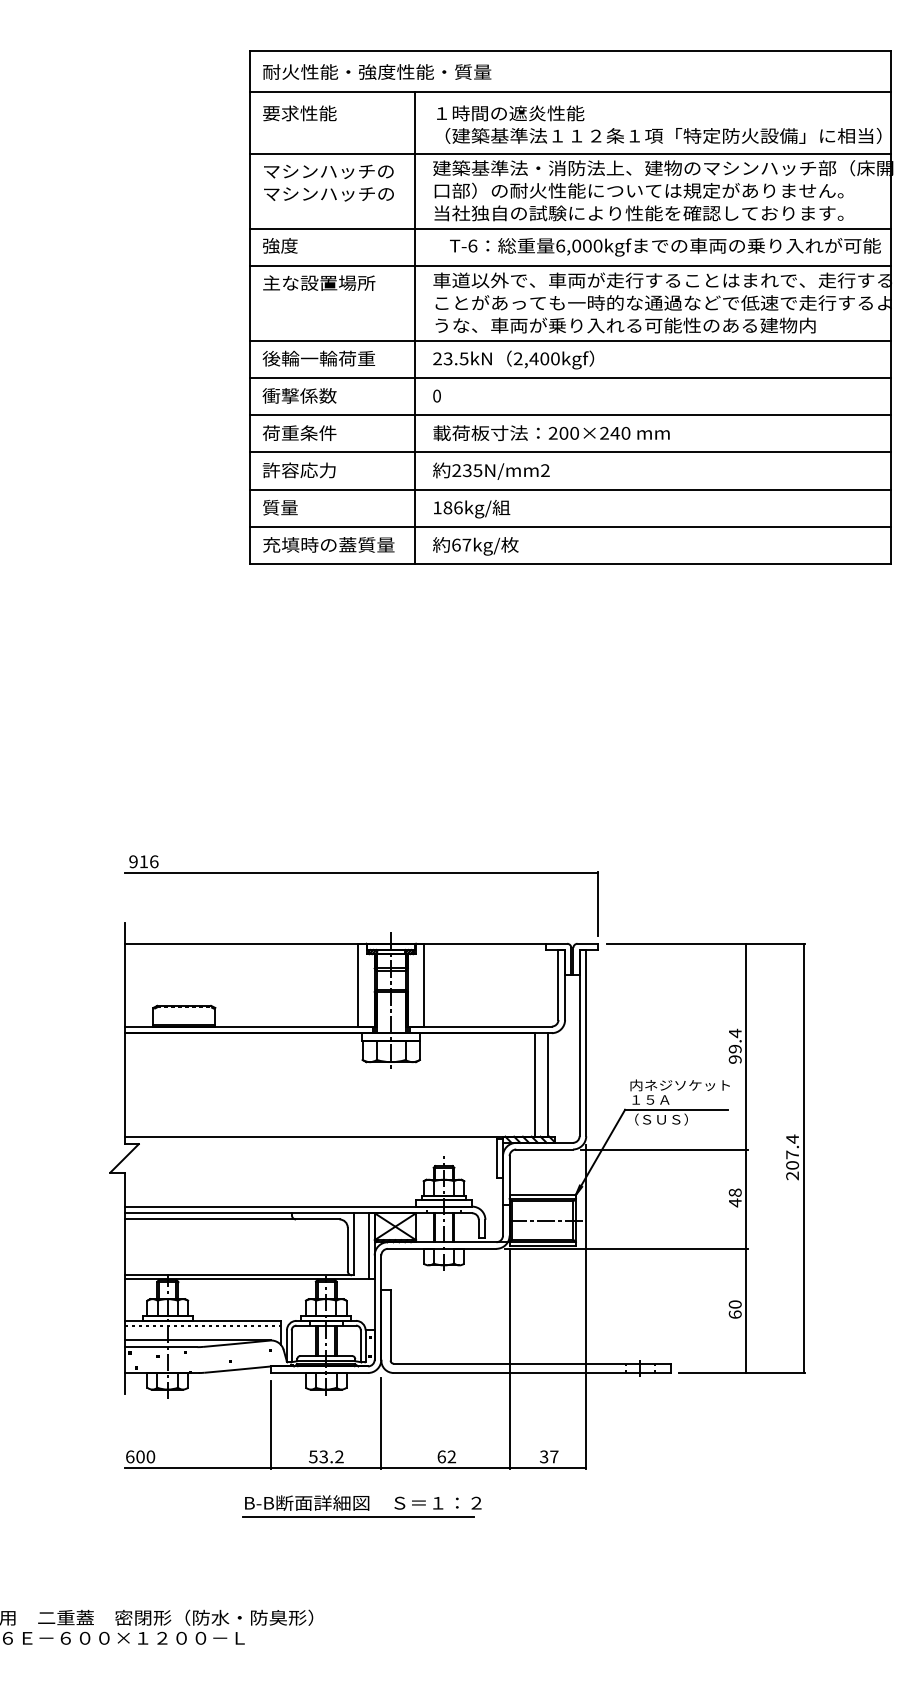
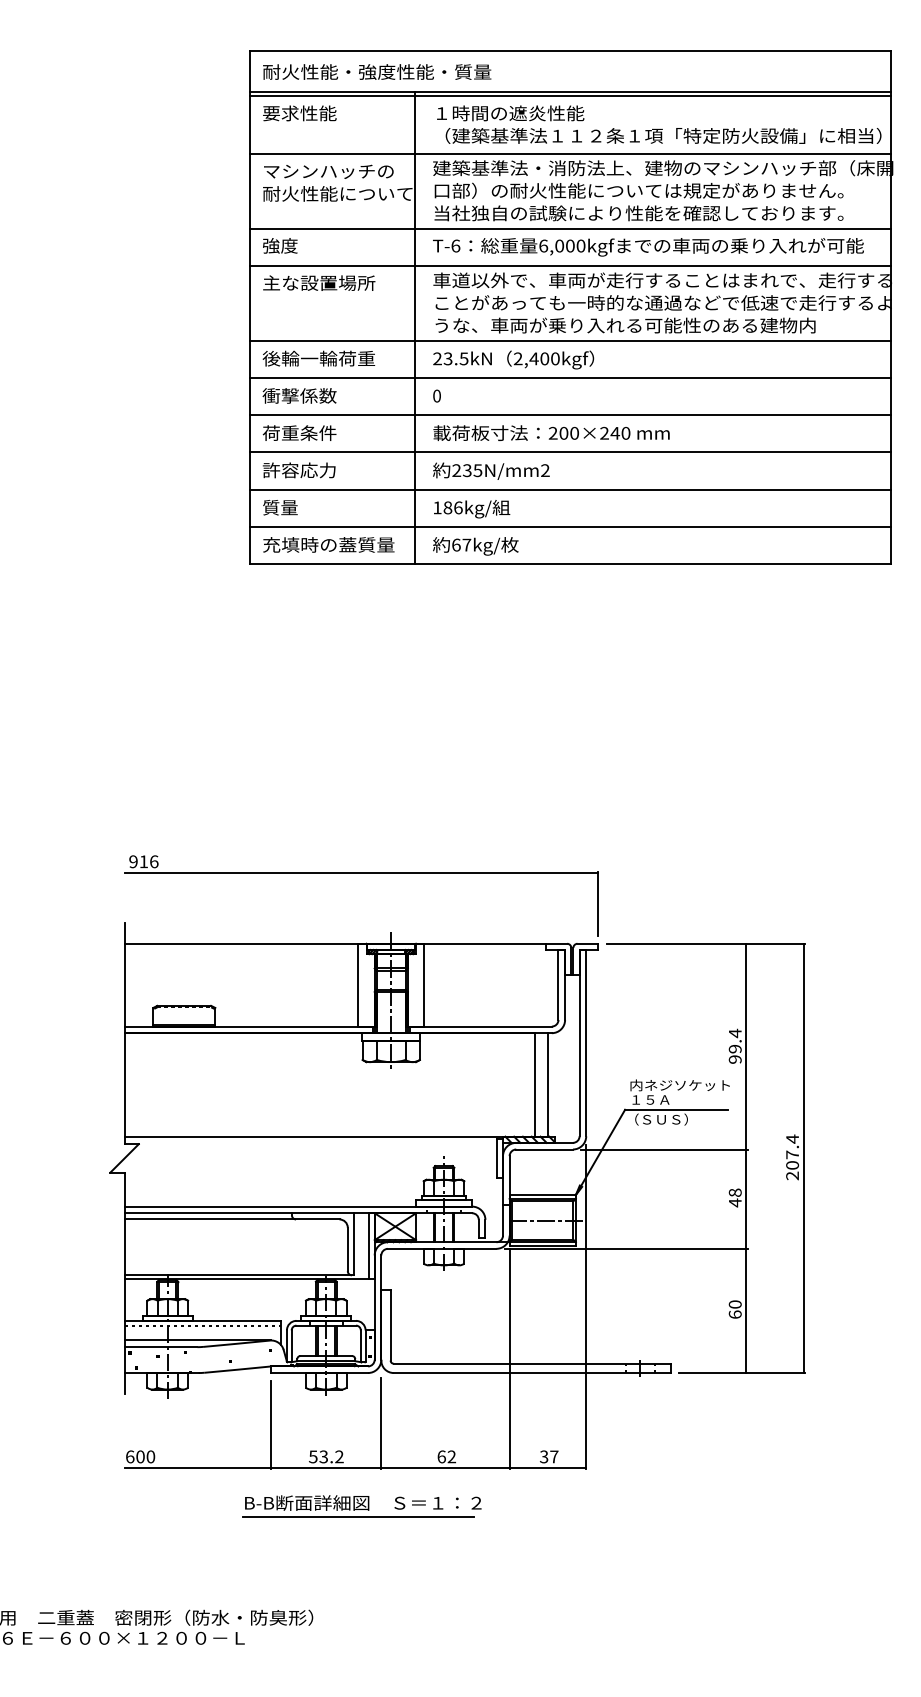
line at (570, 96): none -> present
text at (337, 193): マシンハッチの -> 耐火性能について
text at (665, 247) position: (665, 247) -> (648, 247)
